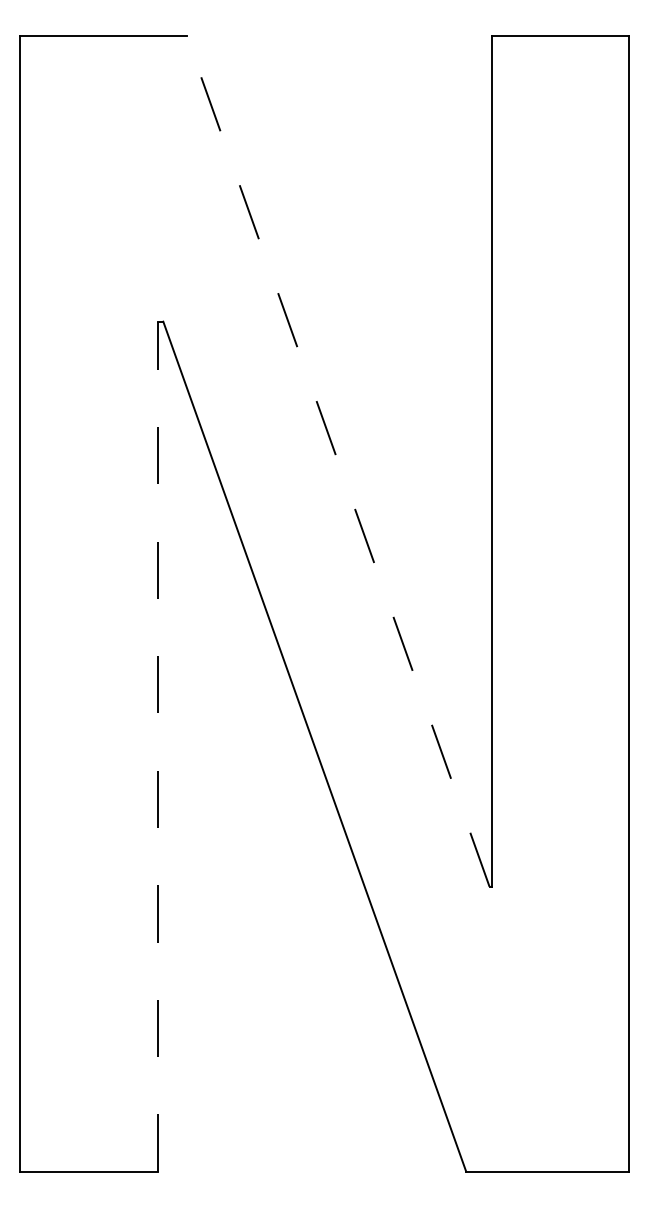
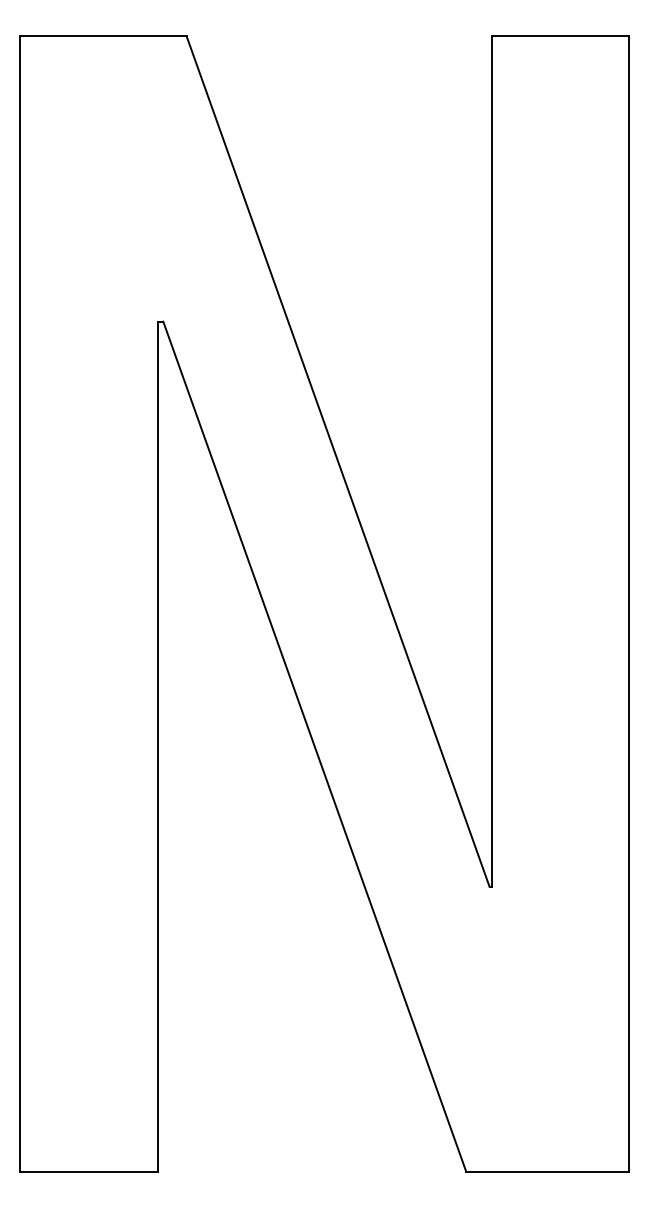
line at (337, 461): dashed -> solid
line at (157, 746): dashed -> solid
